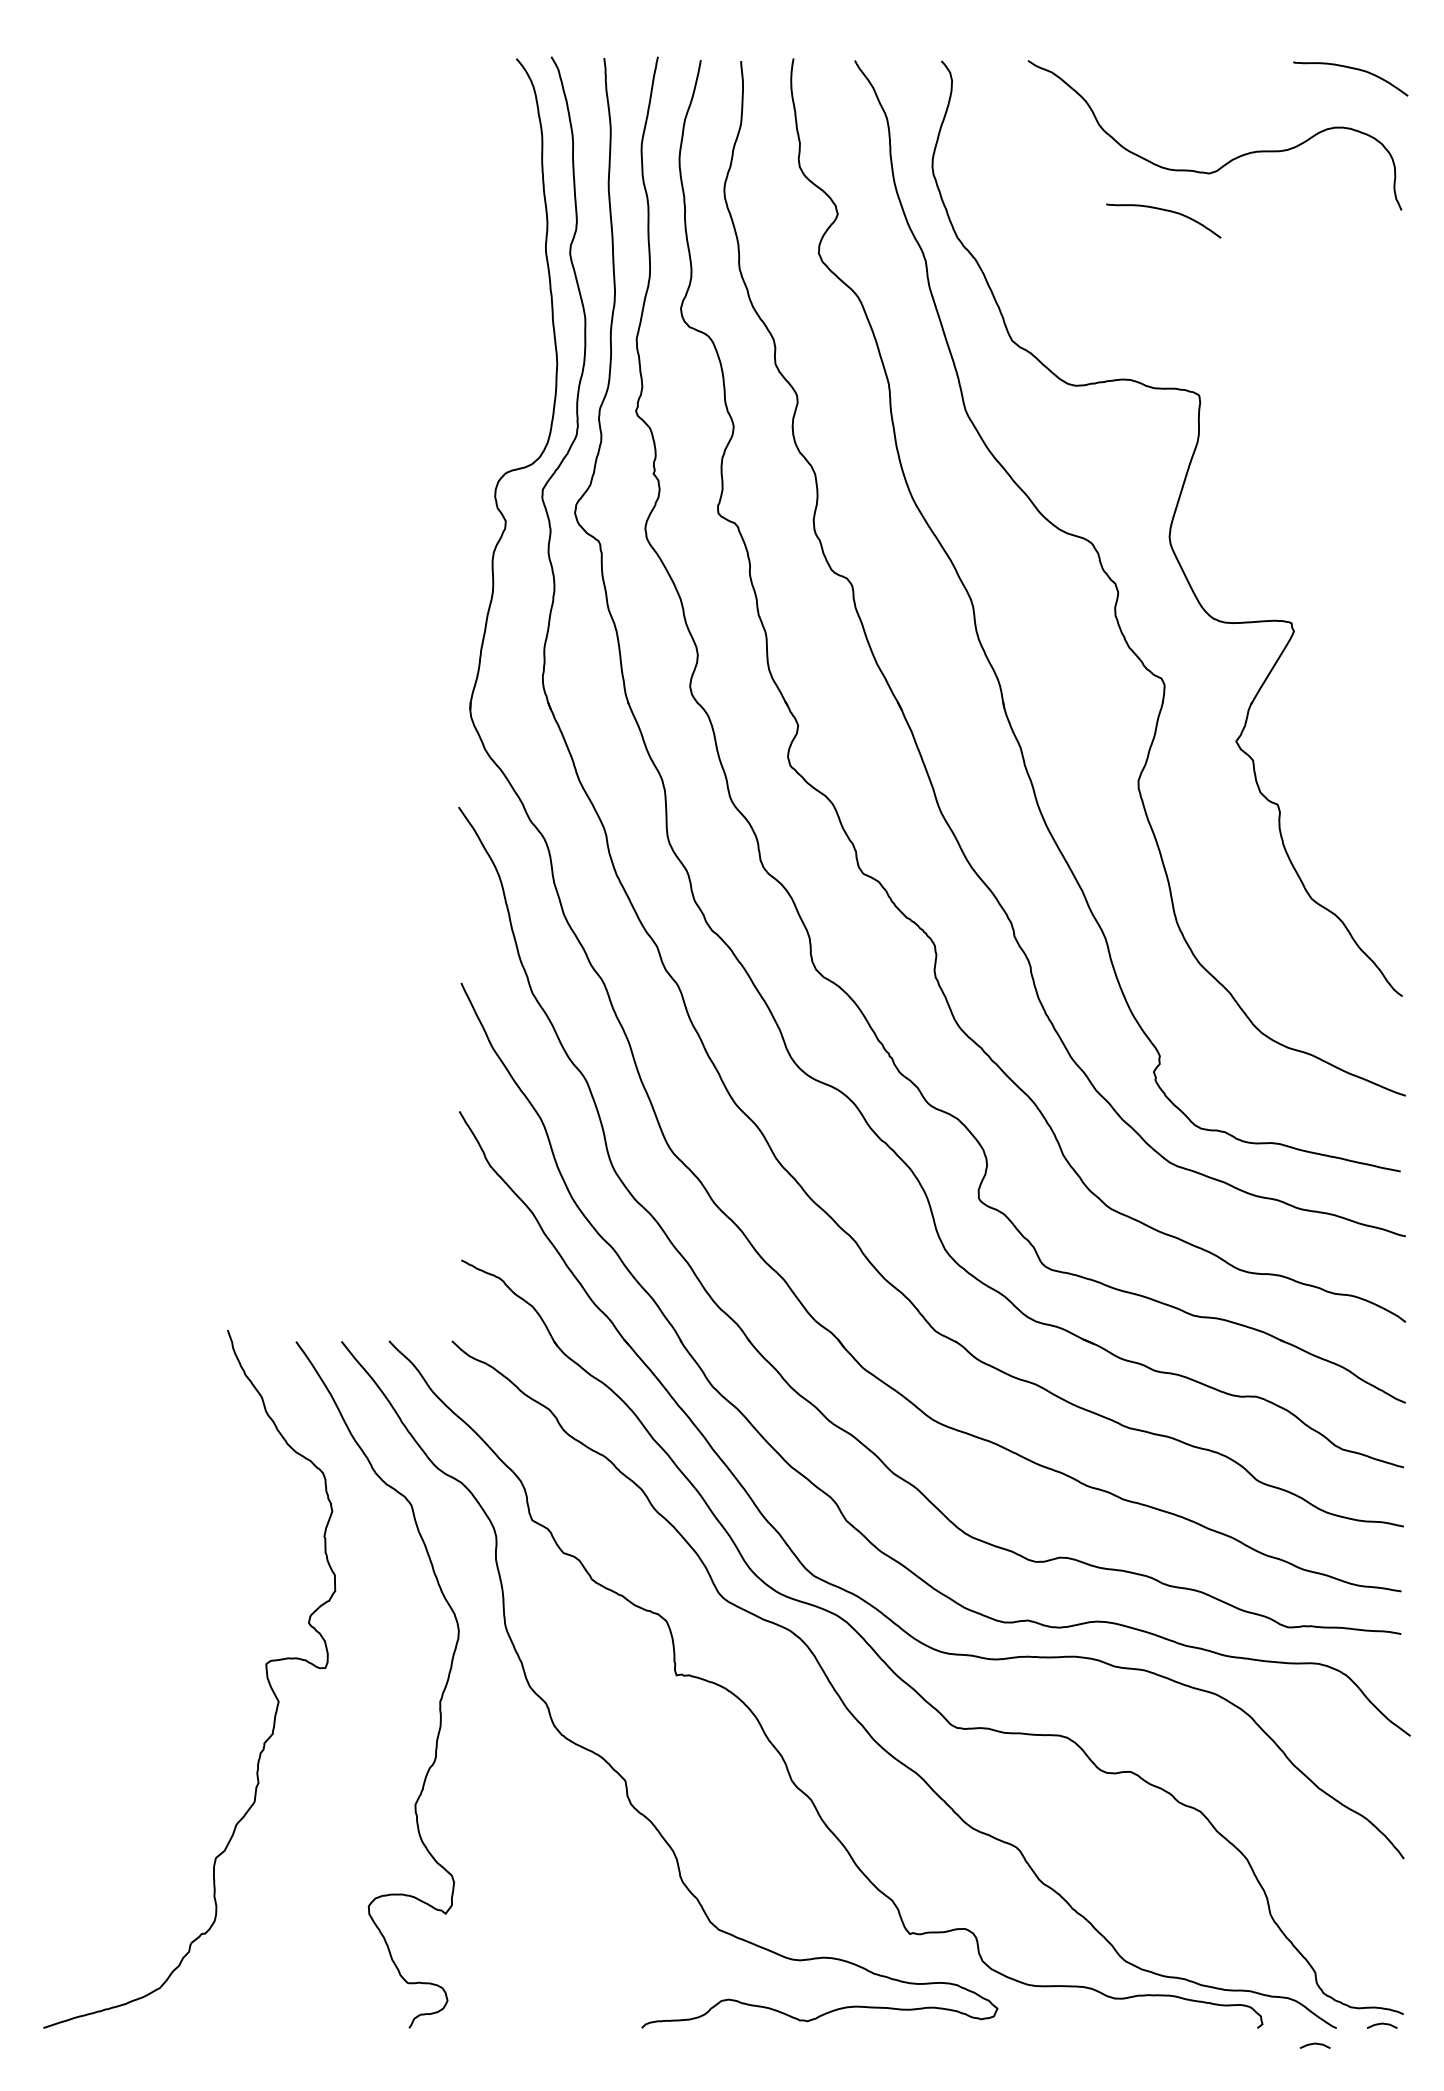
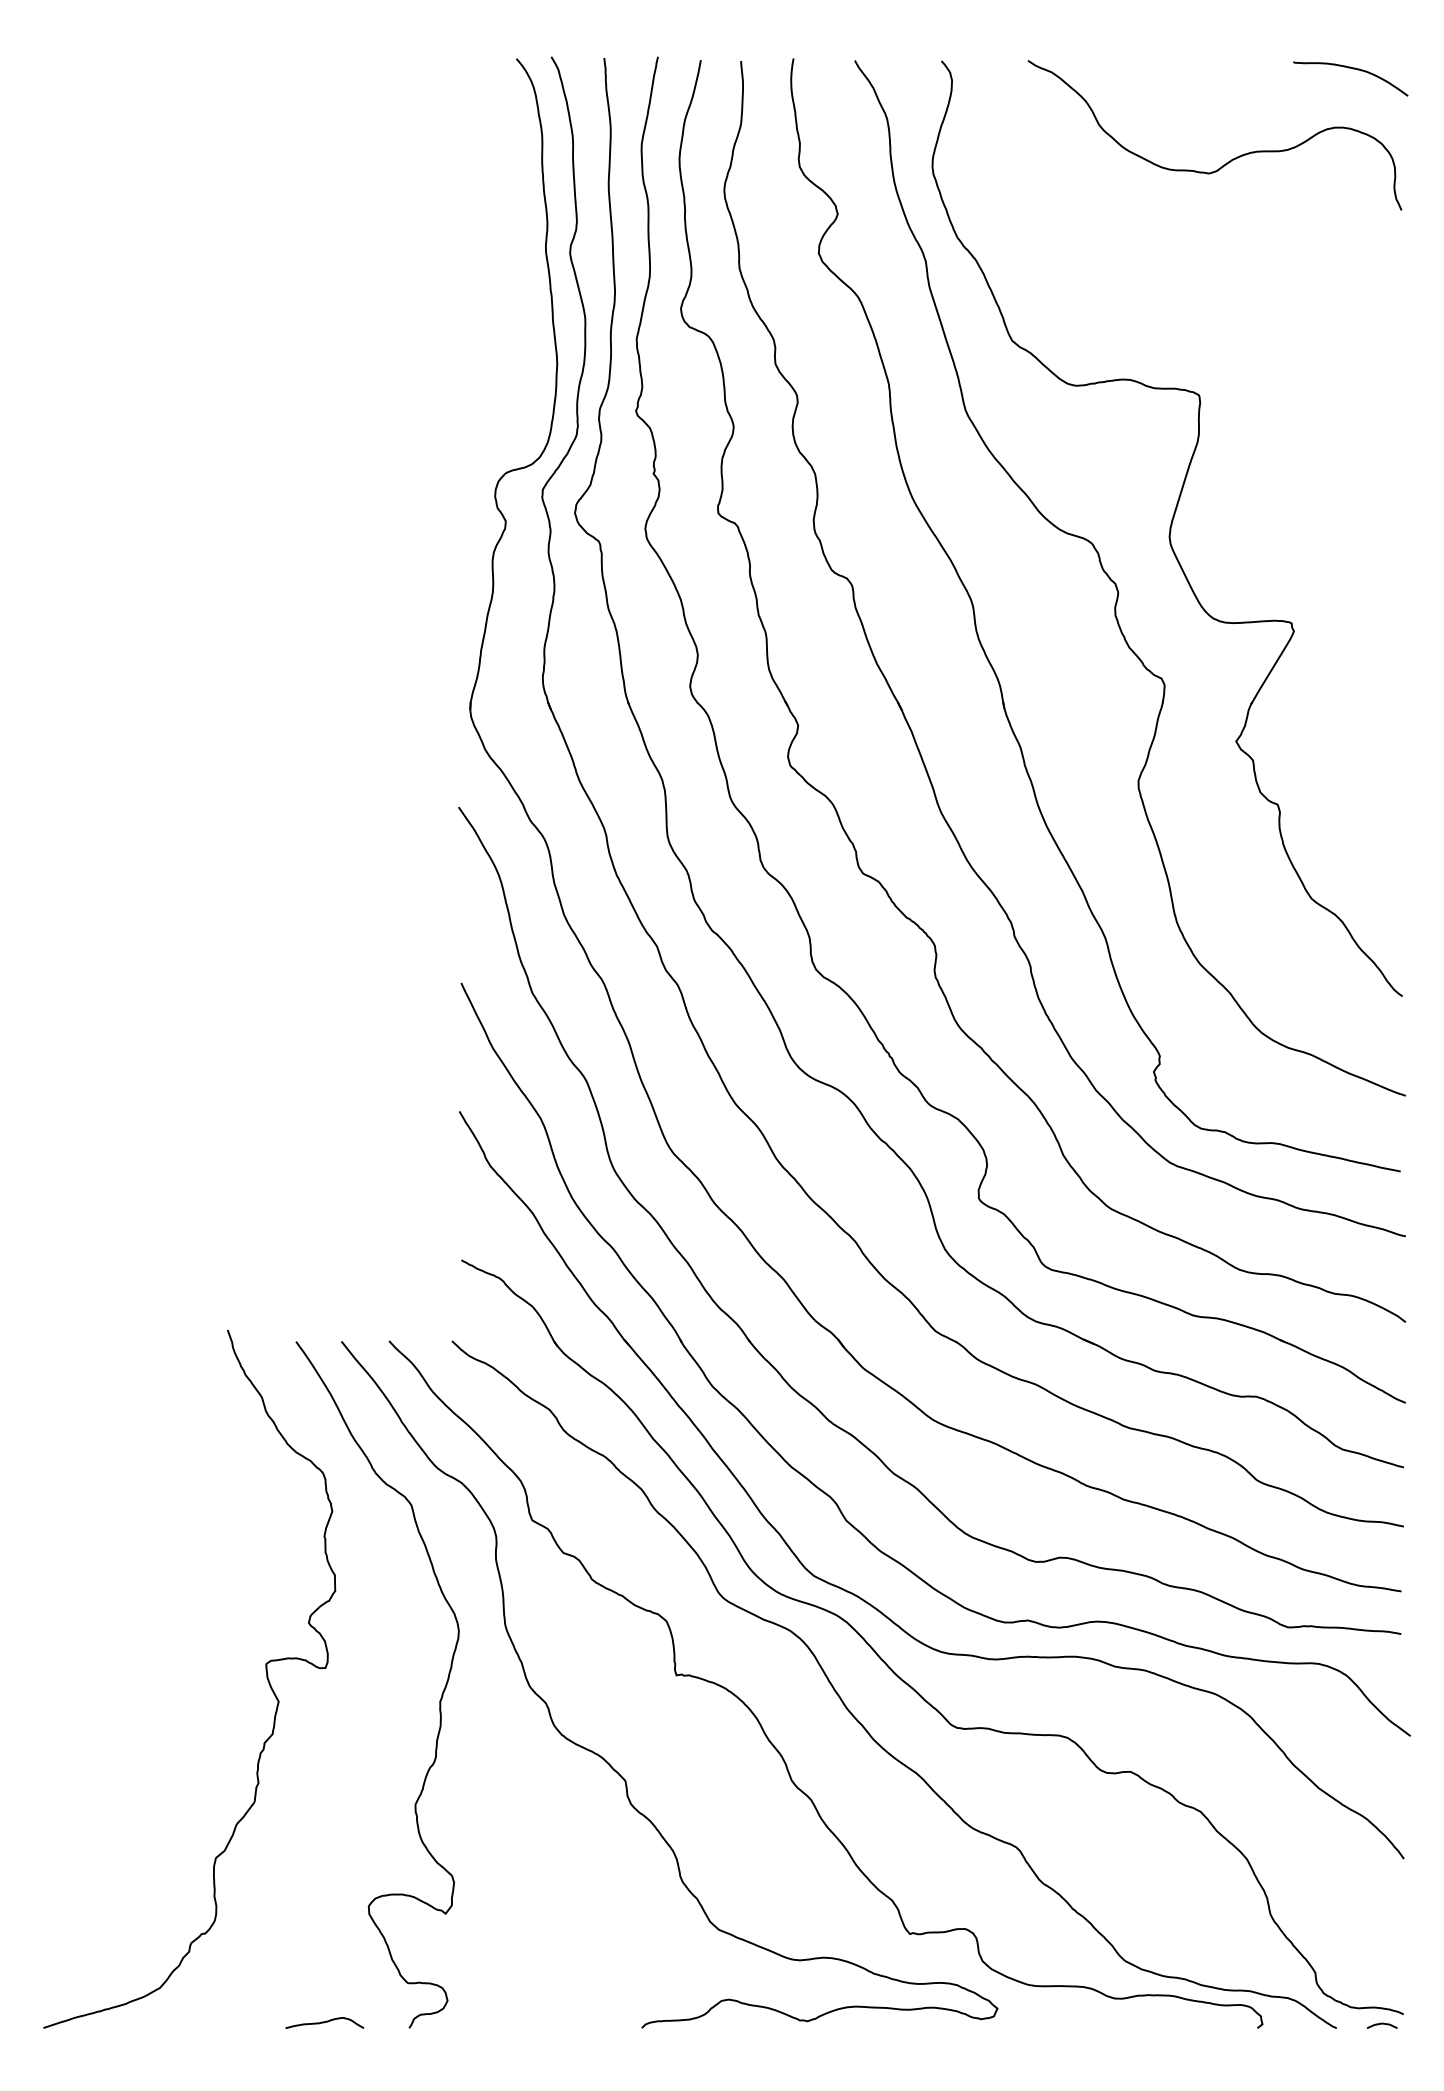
curve at (1165, 211): present -> none
curve at (324, 2022): none -> present
curve at (1314, 2044): present -> none
